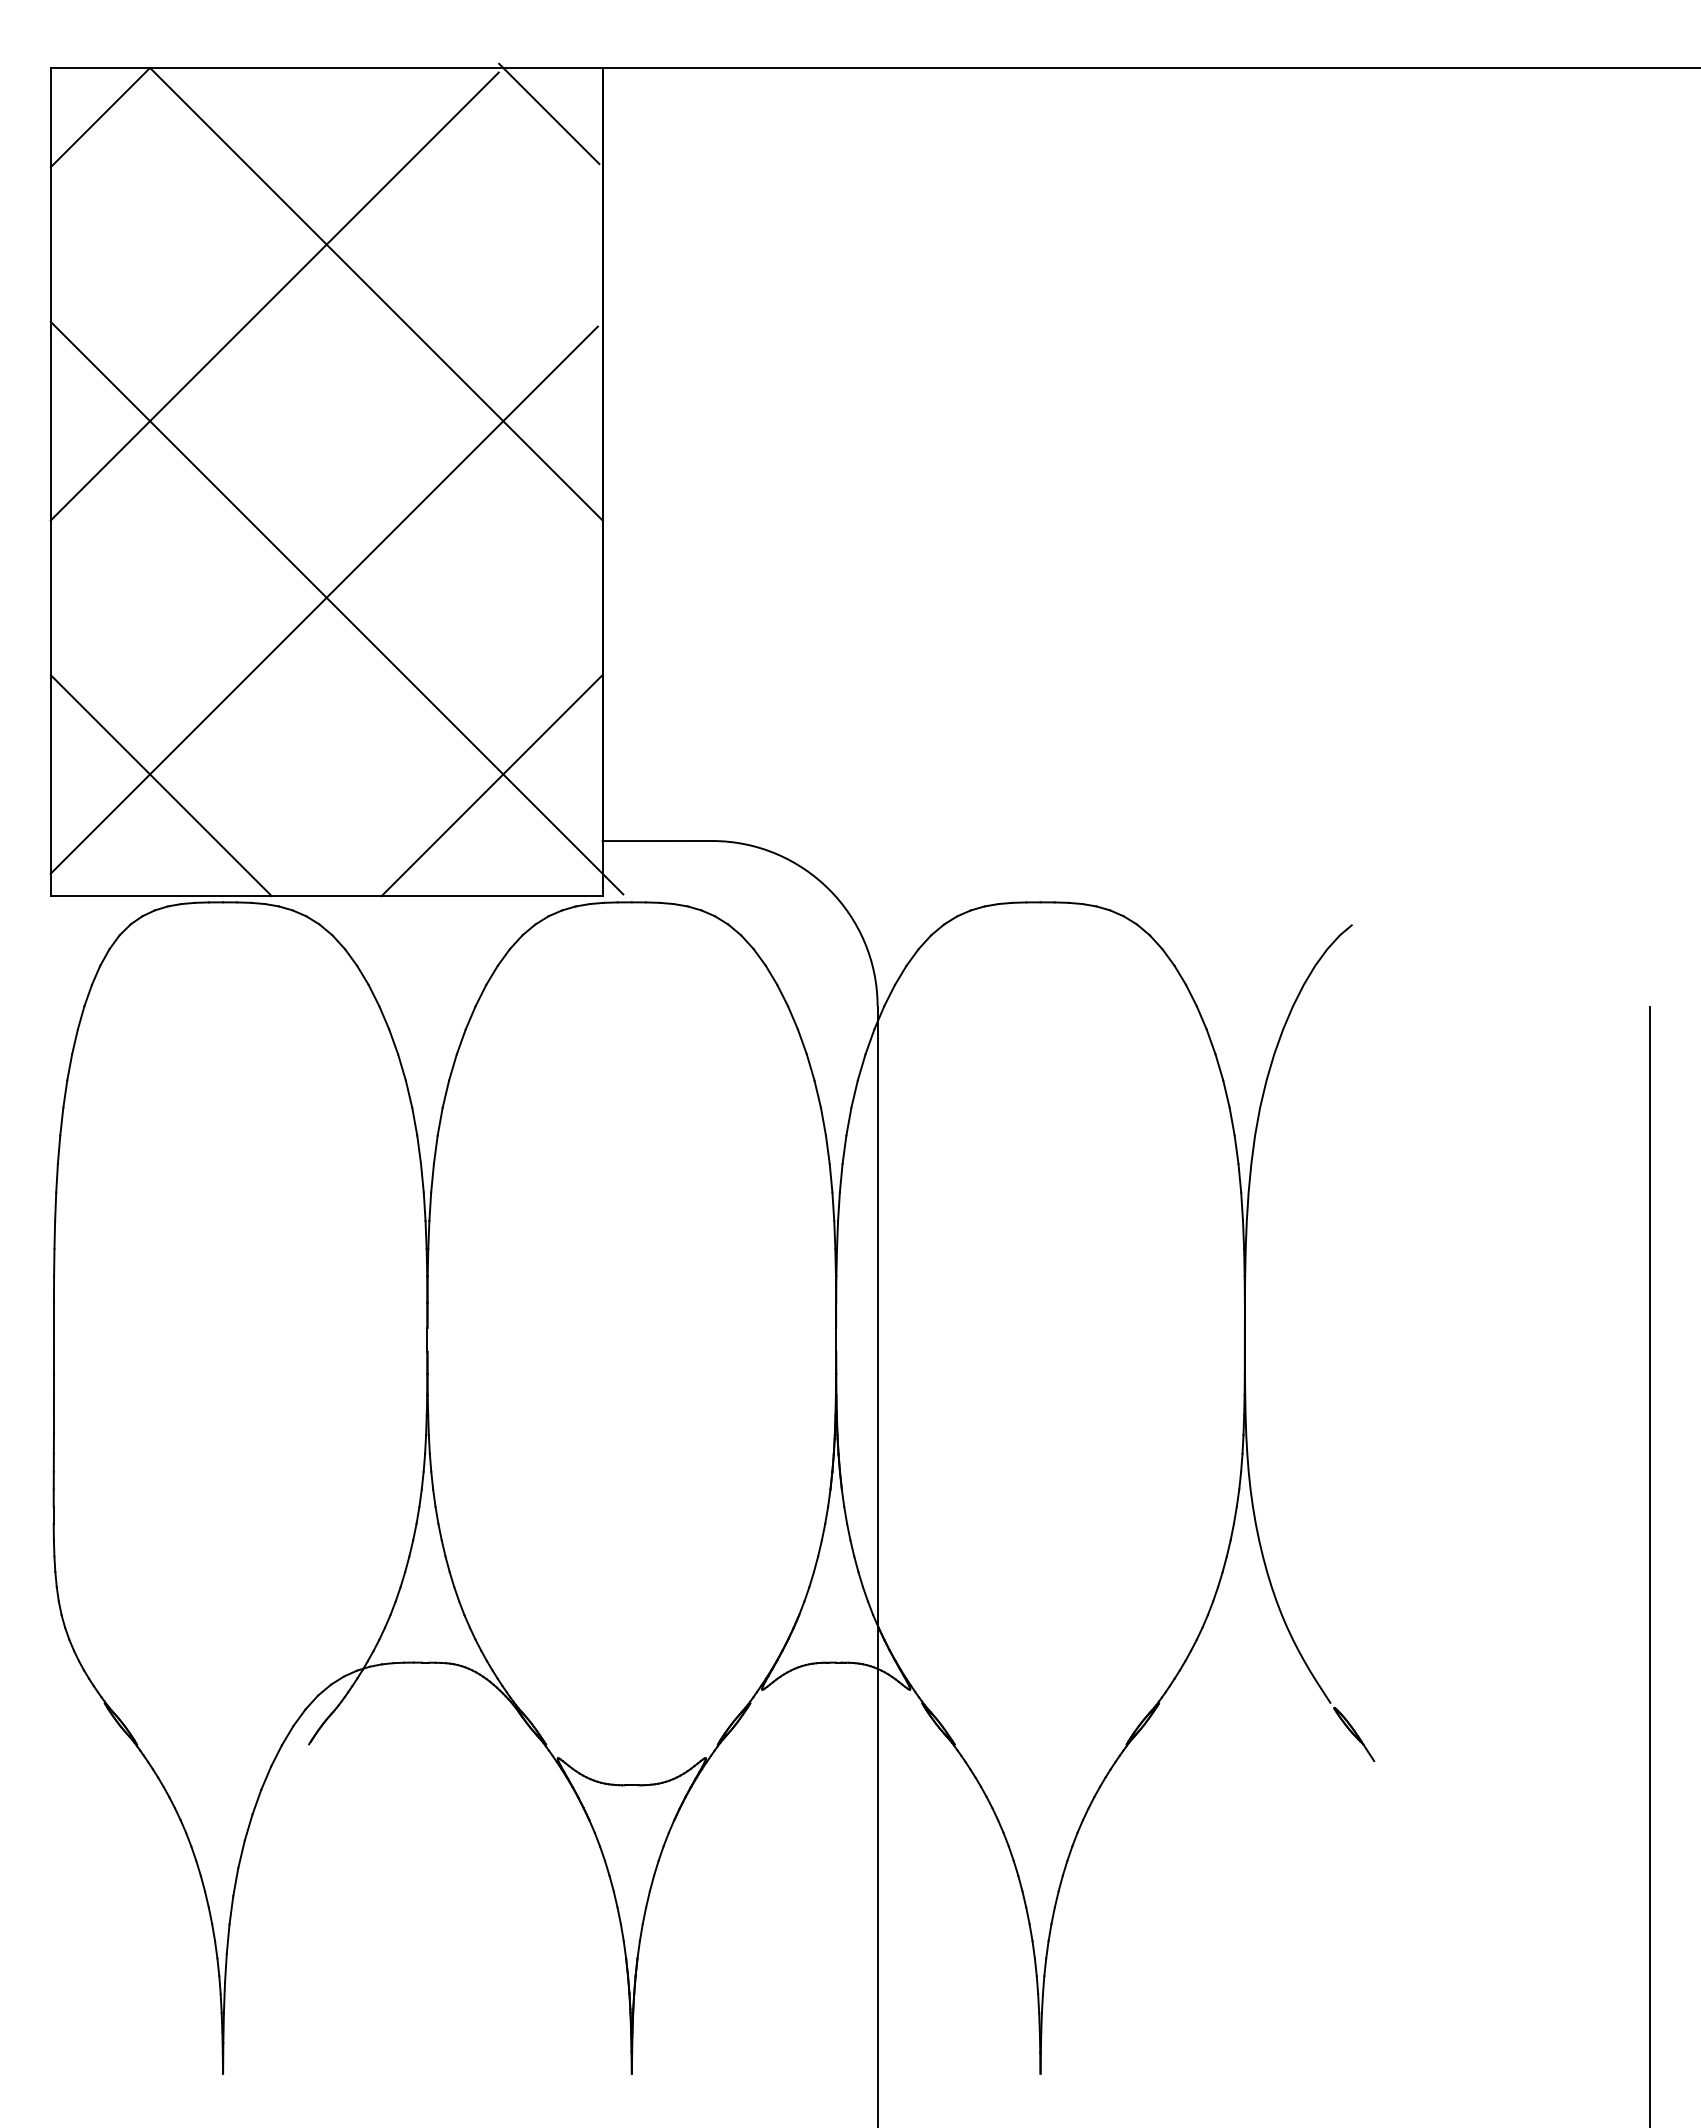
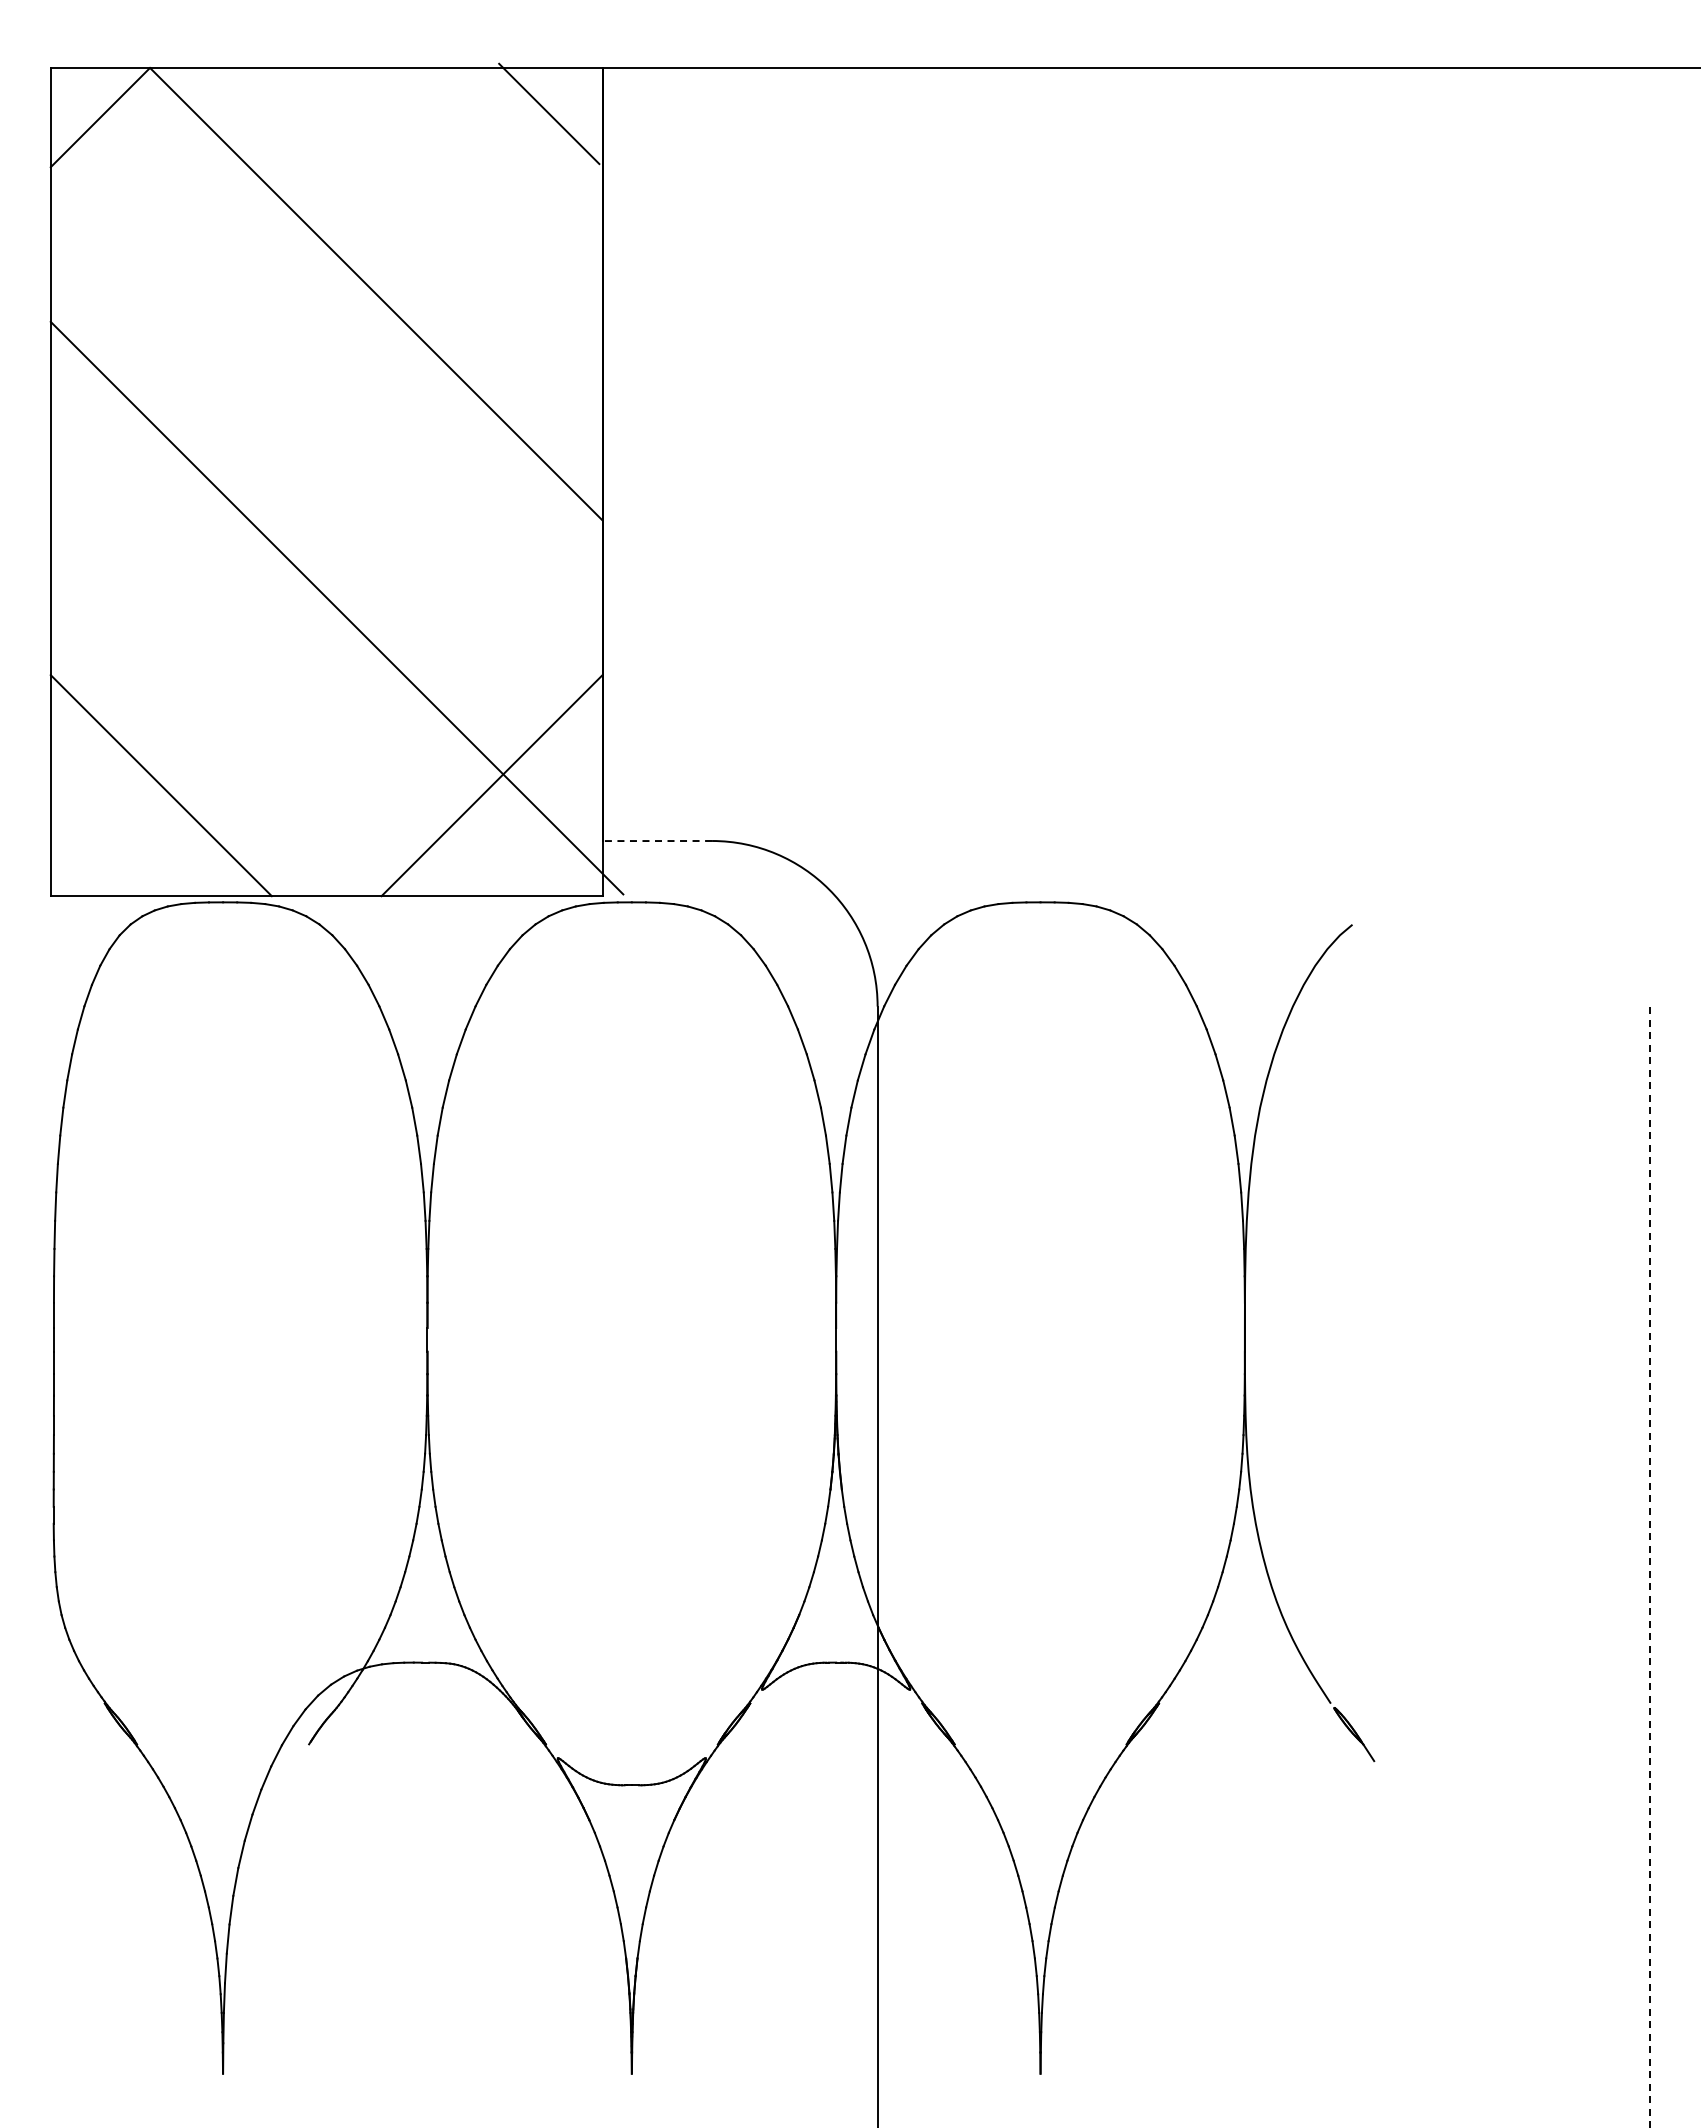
line at (274, 296): present -> none
line at (323, 599): present -> none
line at (657, 841): solid -> dashed
line at (1650, 1566): solid -> dashed
